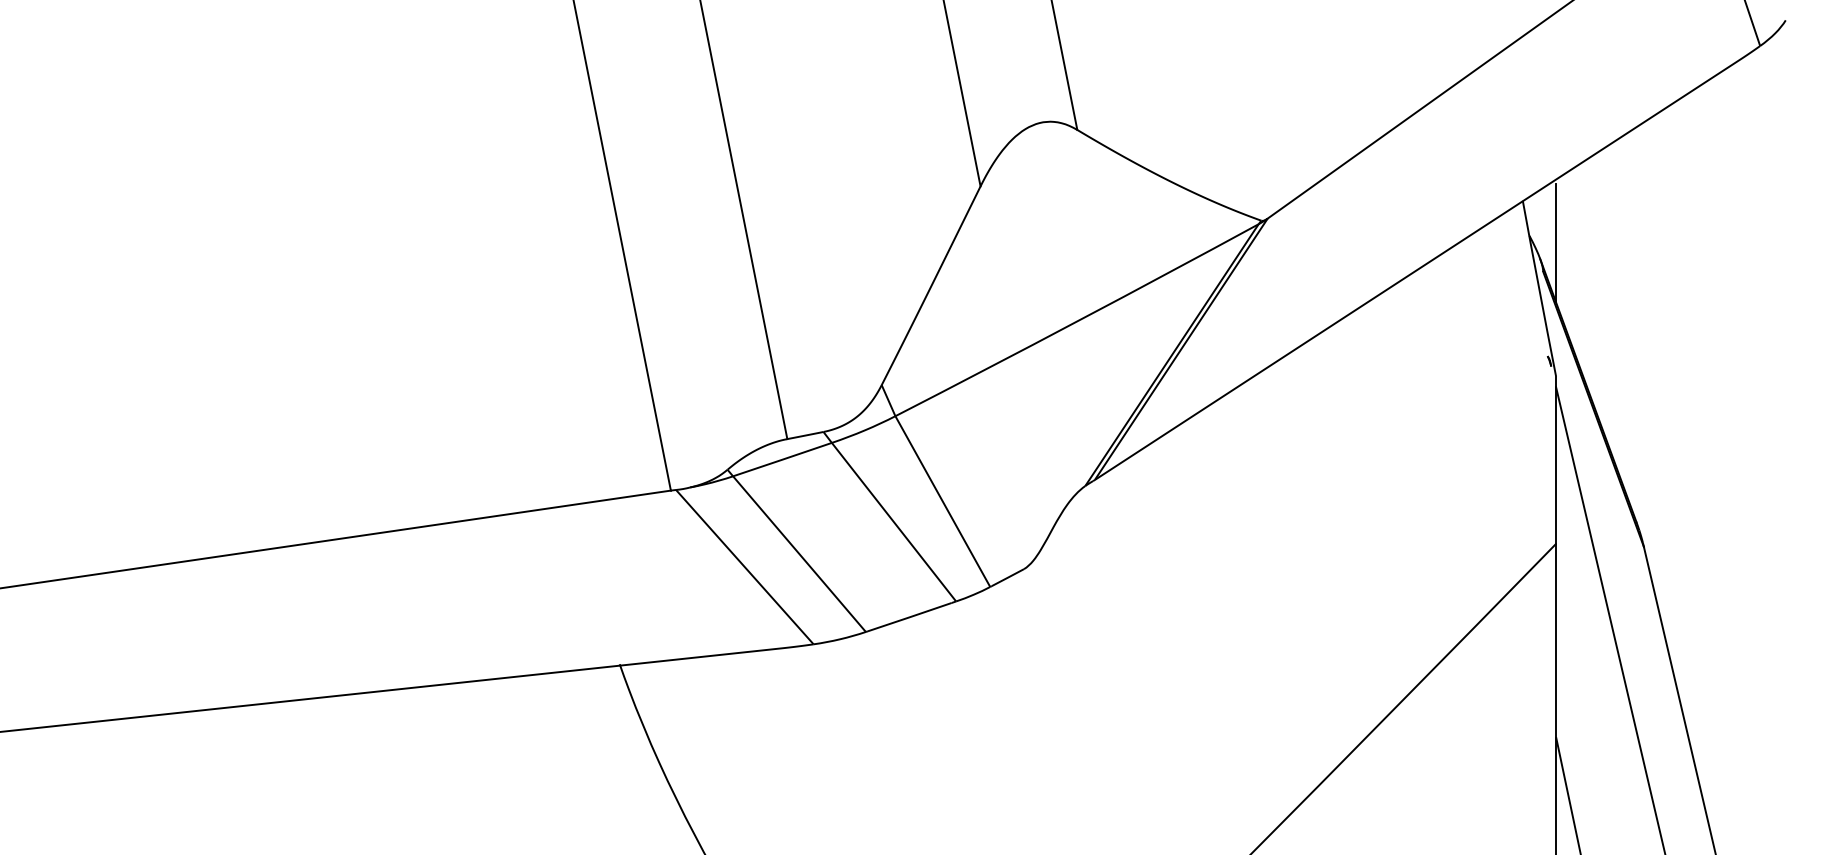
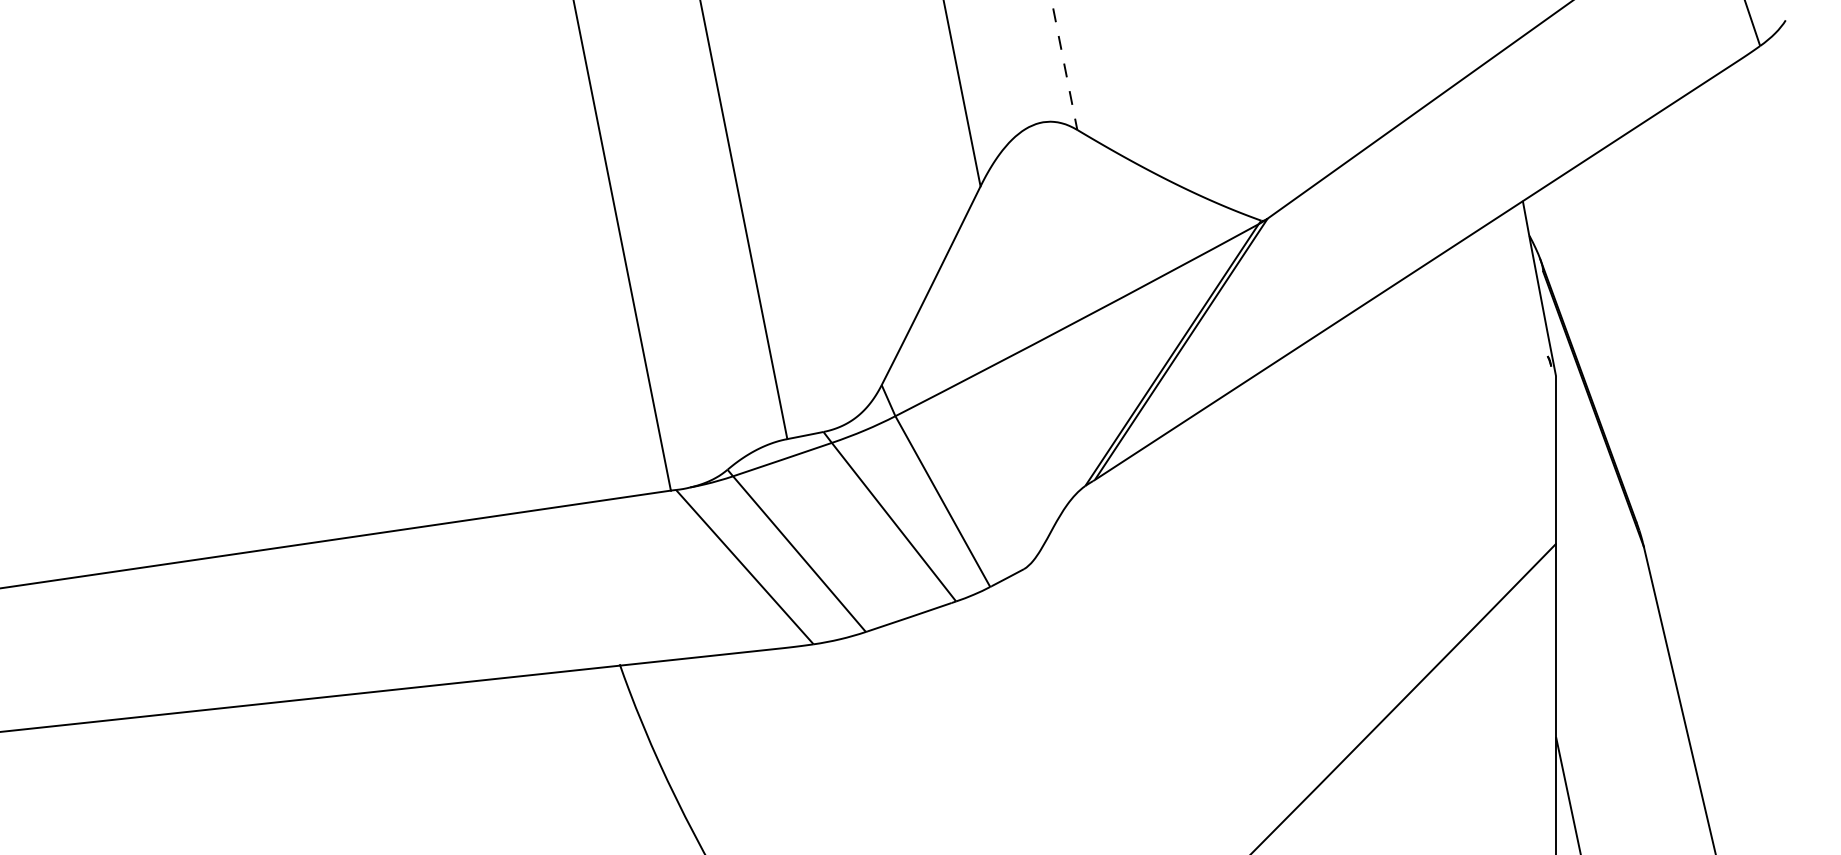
line at (1064, 65): solid -> dashed
line at (1556, 243): present -> none
line at (1610, 619): present -> none
